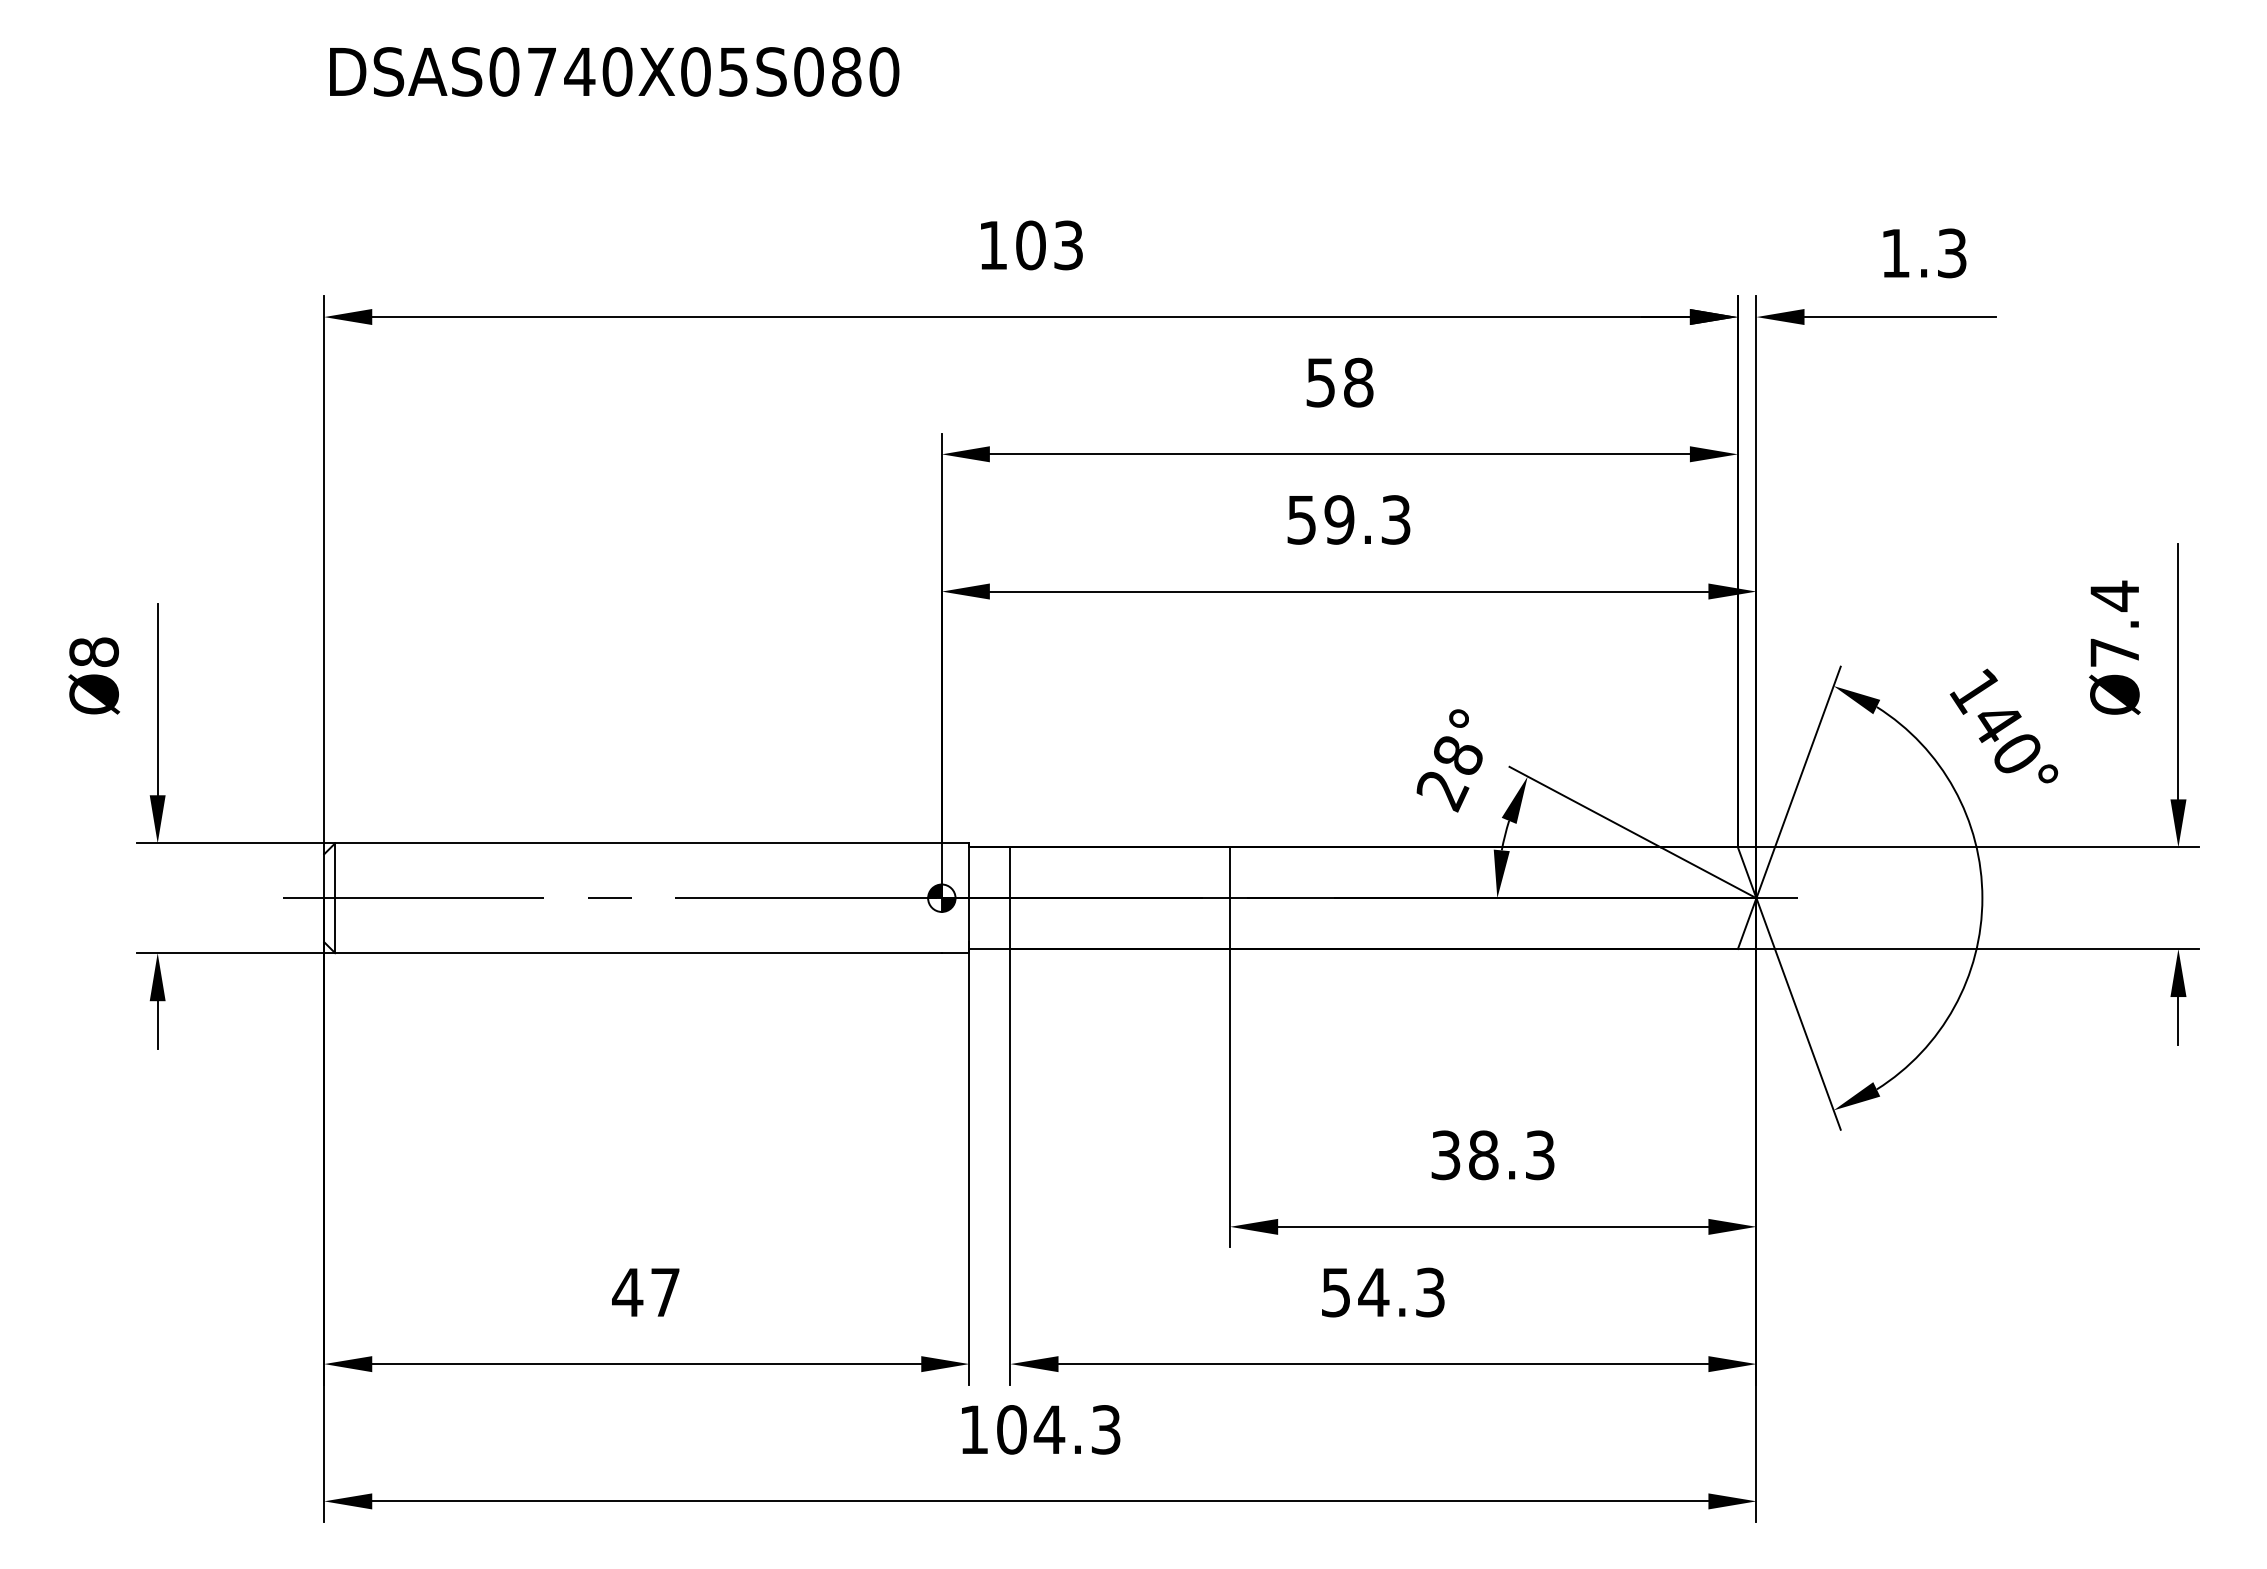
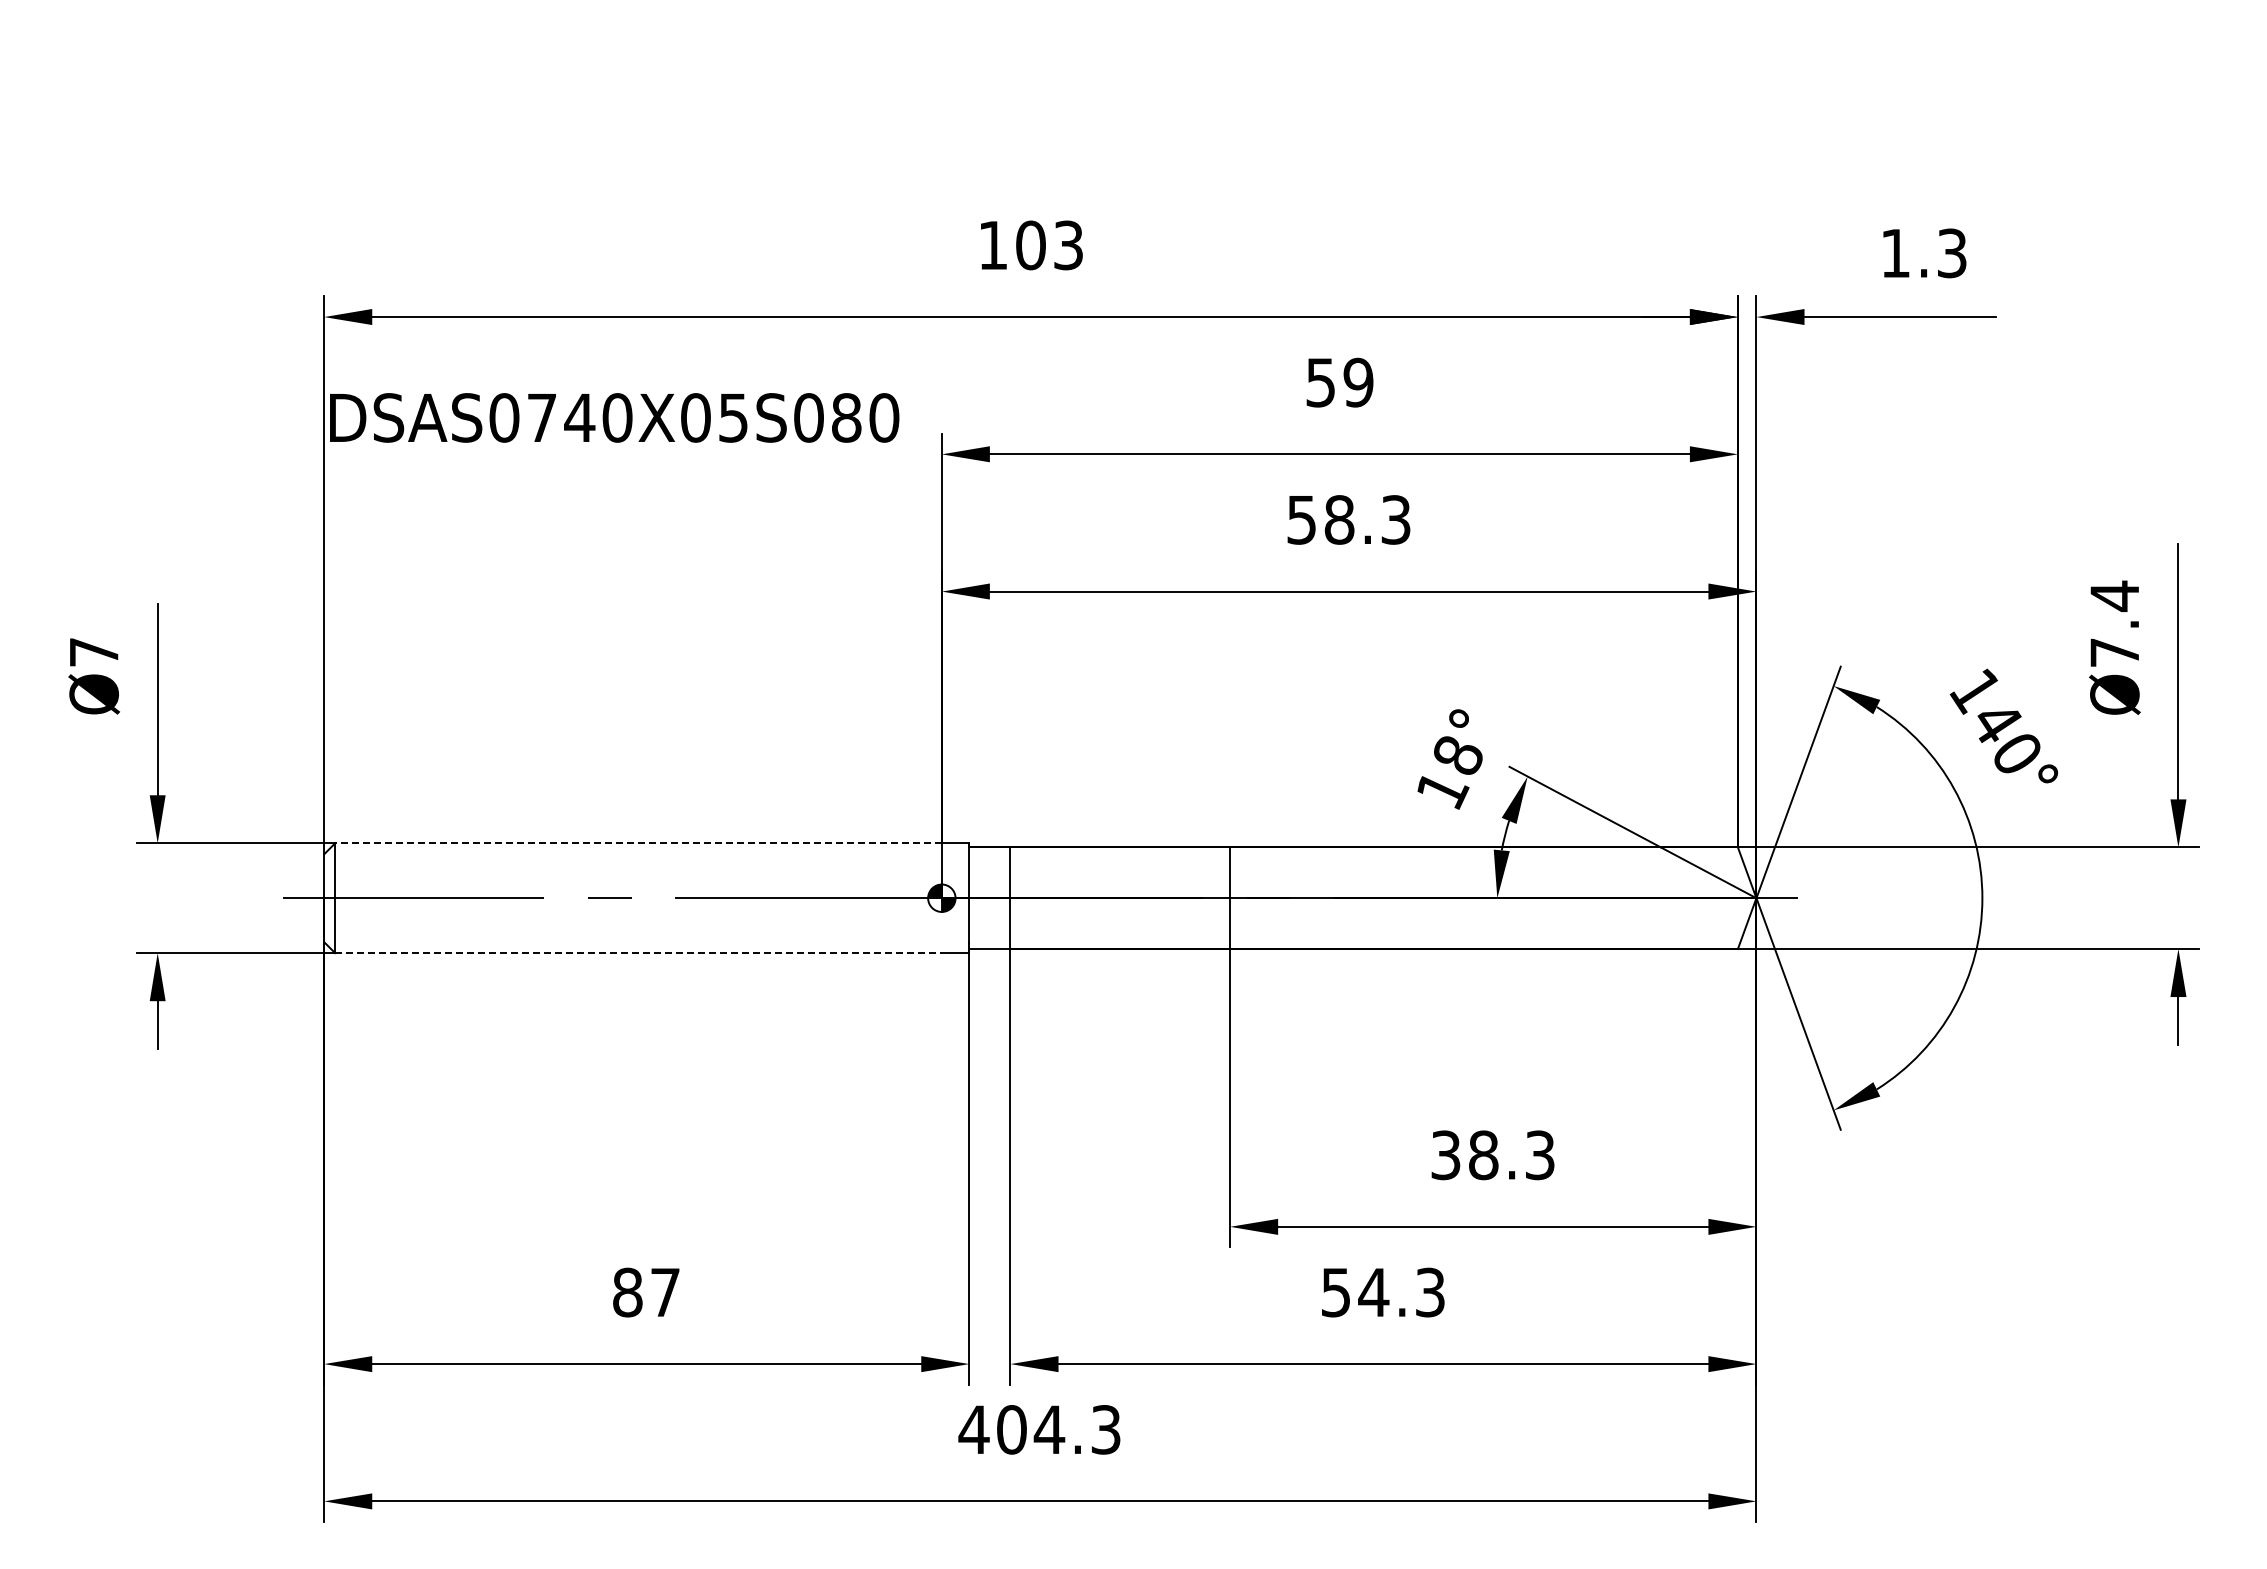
text at (614, 71) position: (614, 71) -> (614, 417)
text at (1358, 382): 58 -> 59
text at (1339, 519): 59.3 -> 58.3
text at (93, 651): Ø8 -> Ø7
text at (1442, 791): 28° -> 18°
line at (638, 843): solid -> dashed
line at (639, 953): solid -> dashed
text at (627, 1292): 47 -> 87
text at (973, 1429): 104.3 -> 404.3
